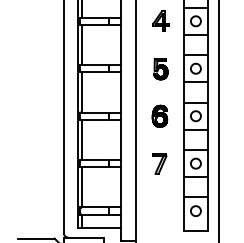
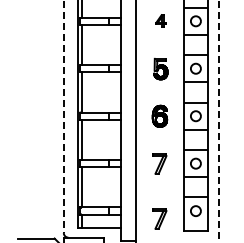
part at (160, 20) size: 18x22 px -> 12x14 px
line at (63, 117): solid -> dashed
line at (218, 121): solid -> dashed
part at (159, 218): none -> present
